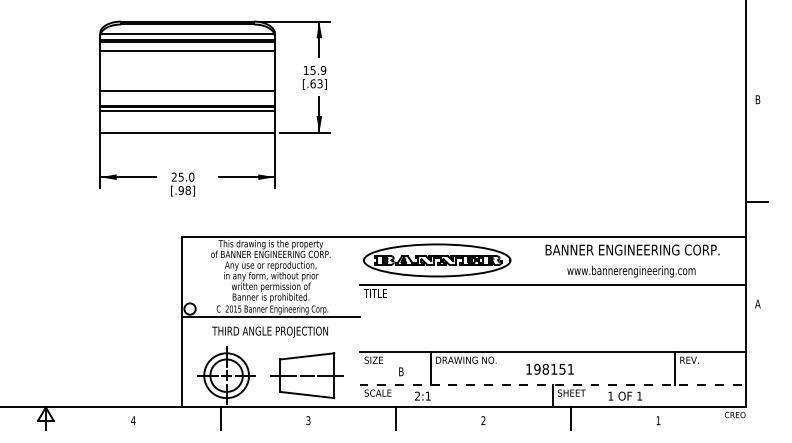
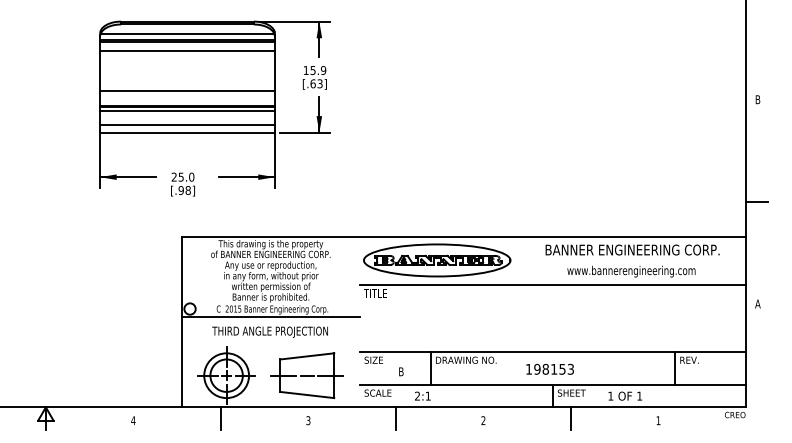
line at (187, 125): none -> present
text at (570, 368): 198151 -> 198153
line at (553, 385): dashed -> solid
